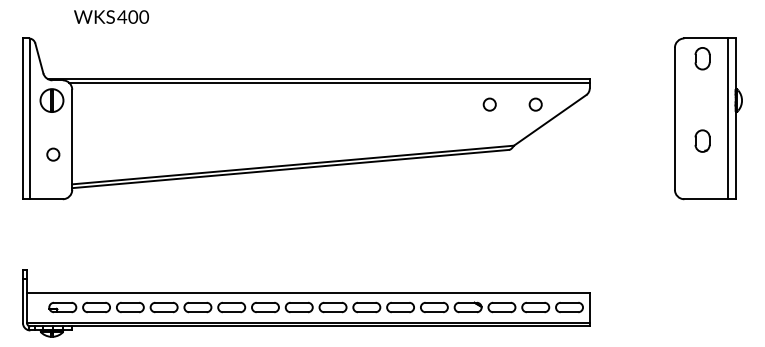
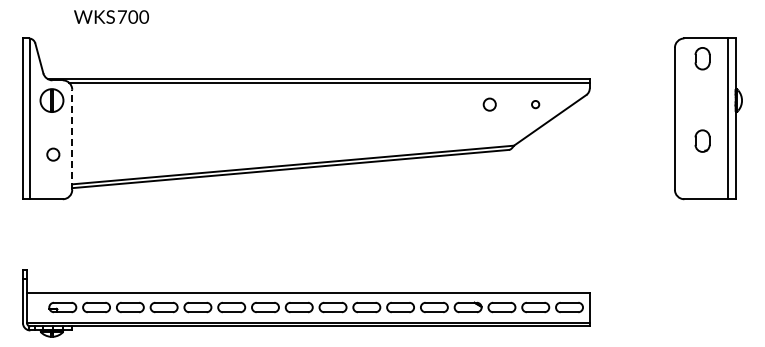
text at (122, 16): 400 -> 700
circle at (535, 104) size: 15x15 px -> 10x10 px
line at (72, 139): solid -> dashed
